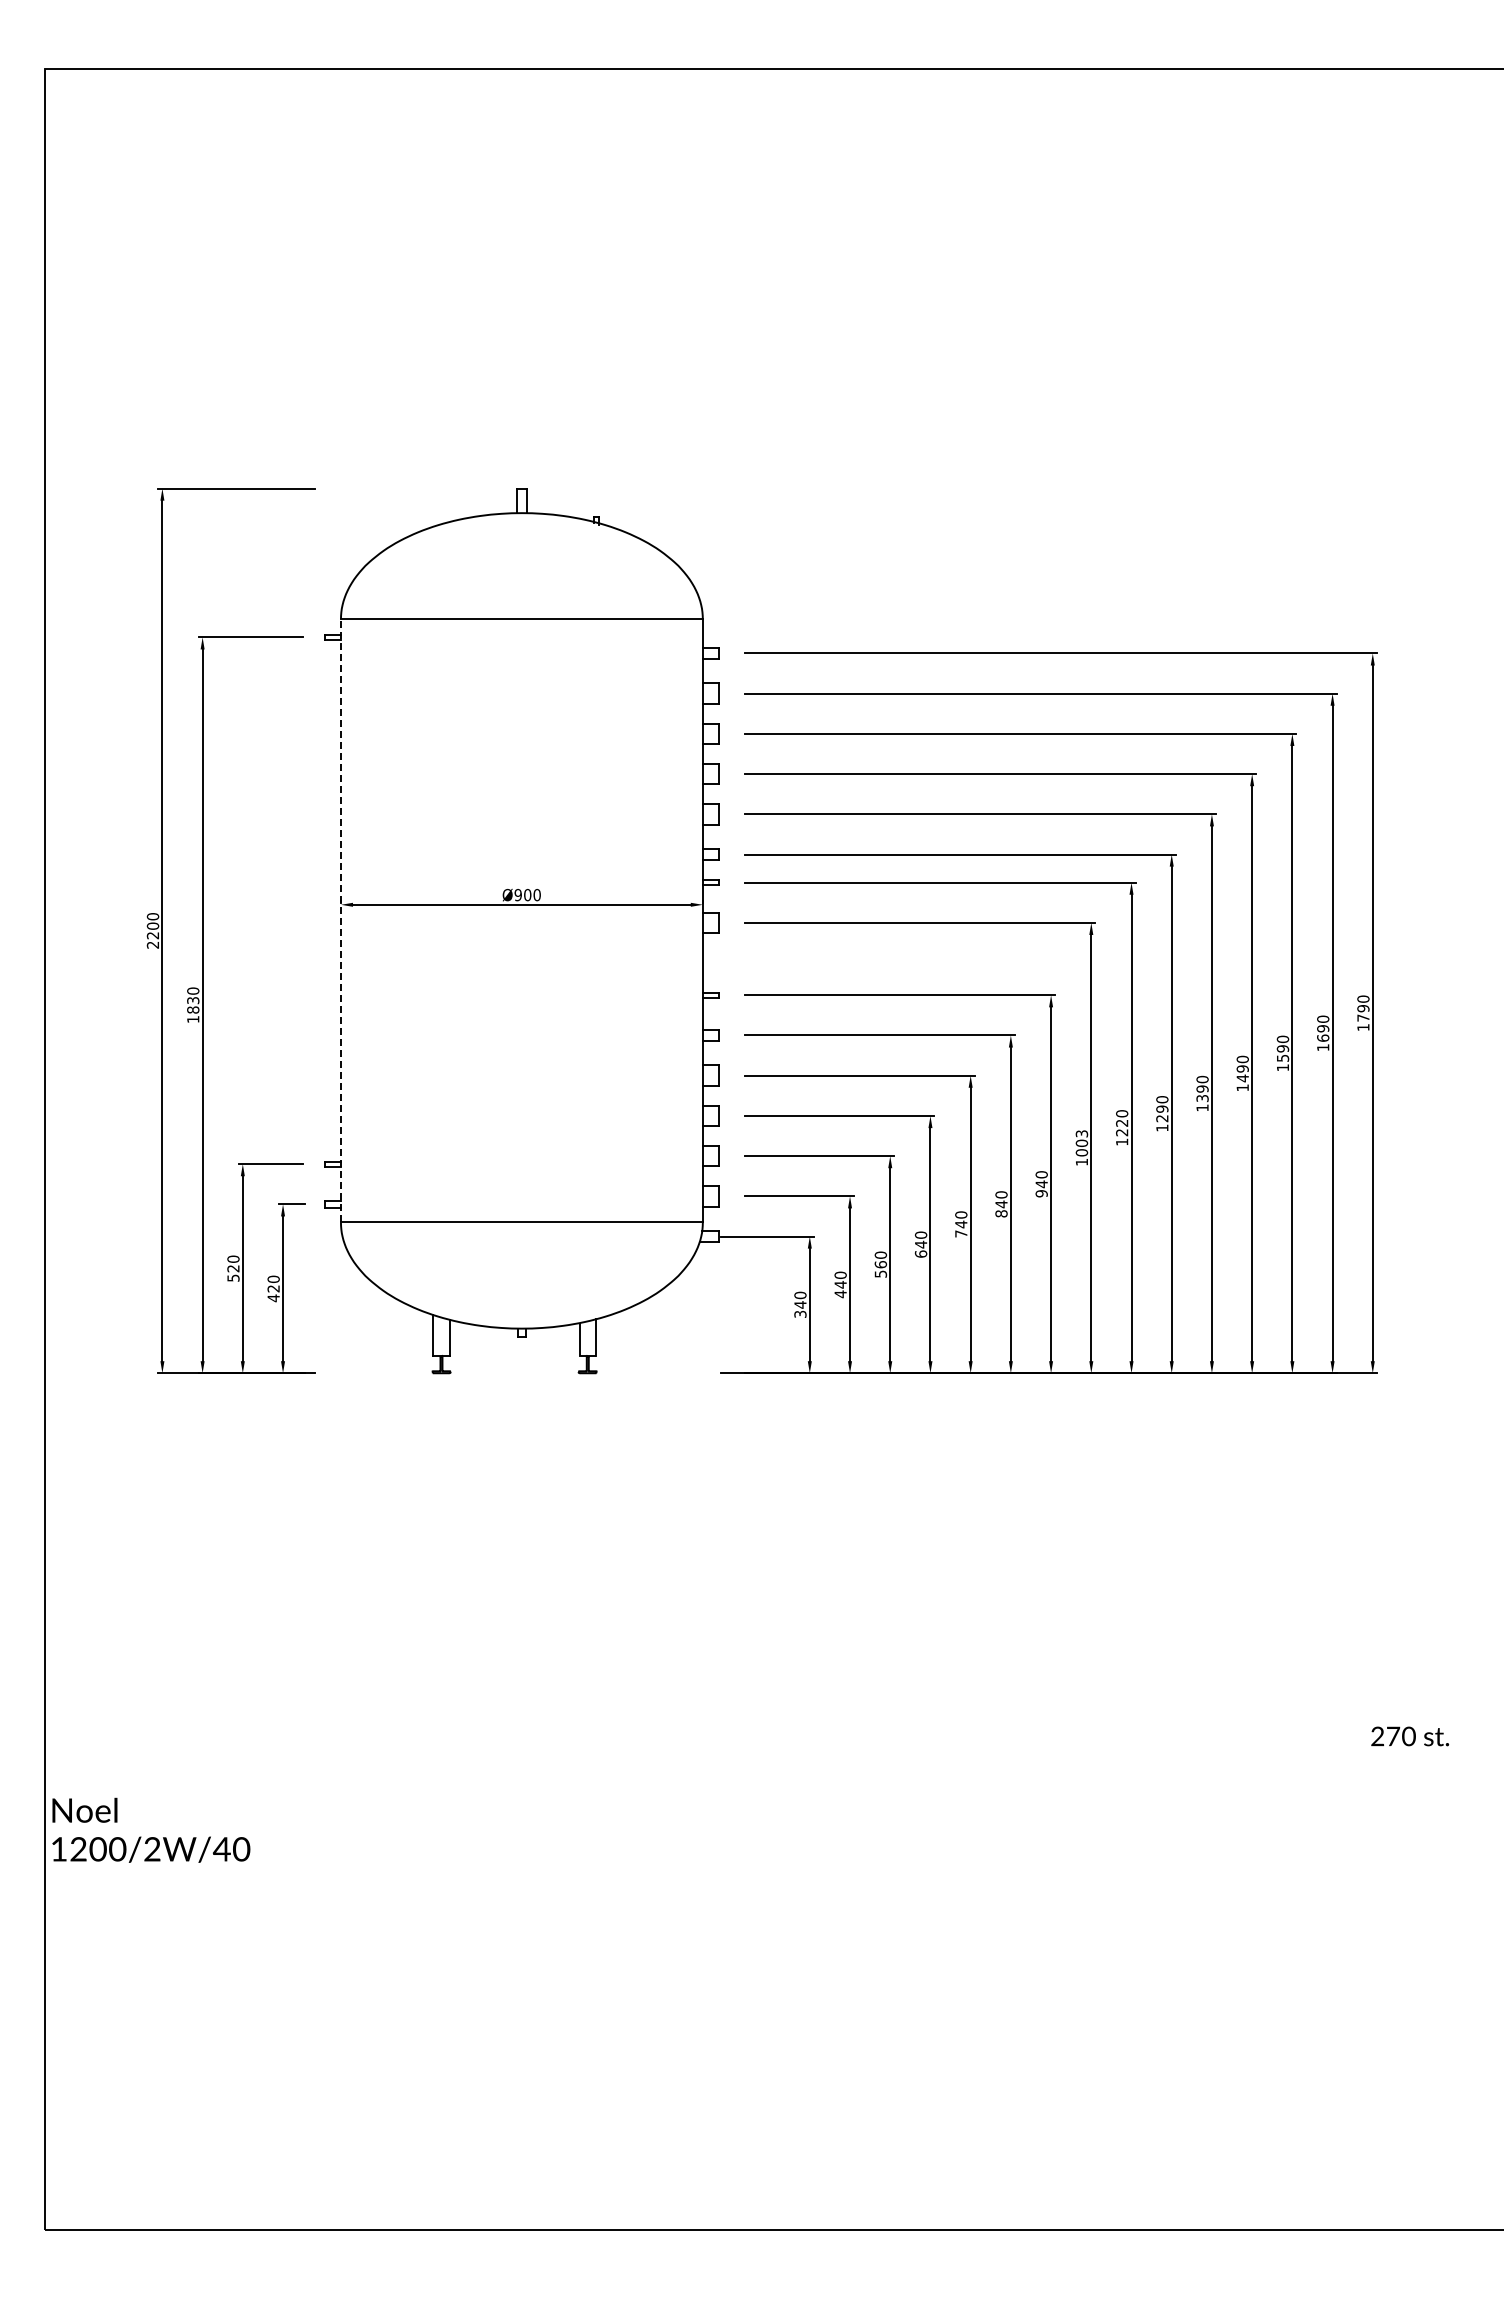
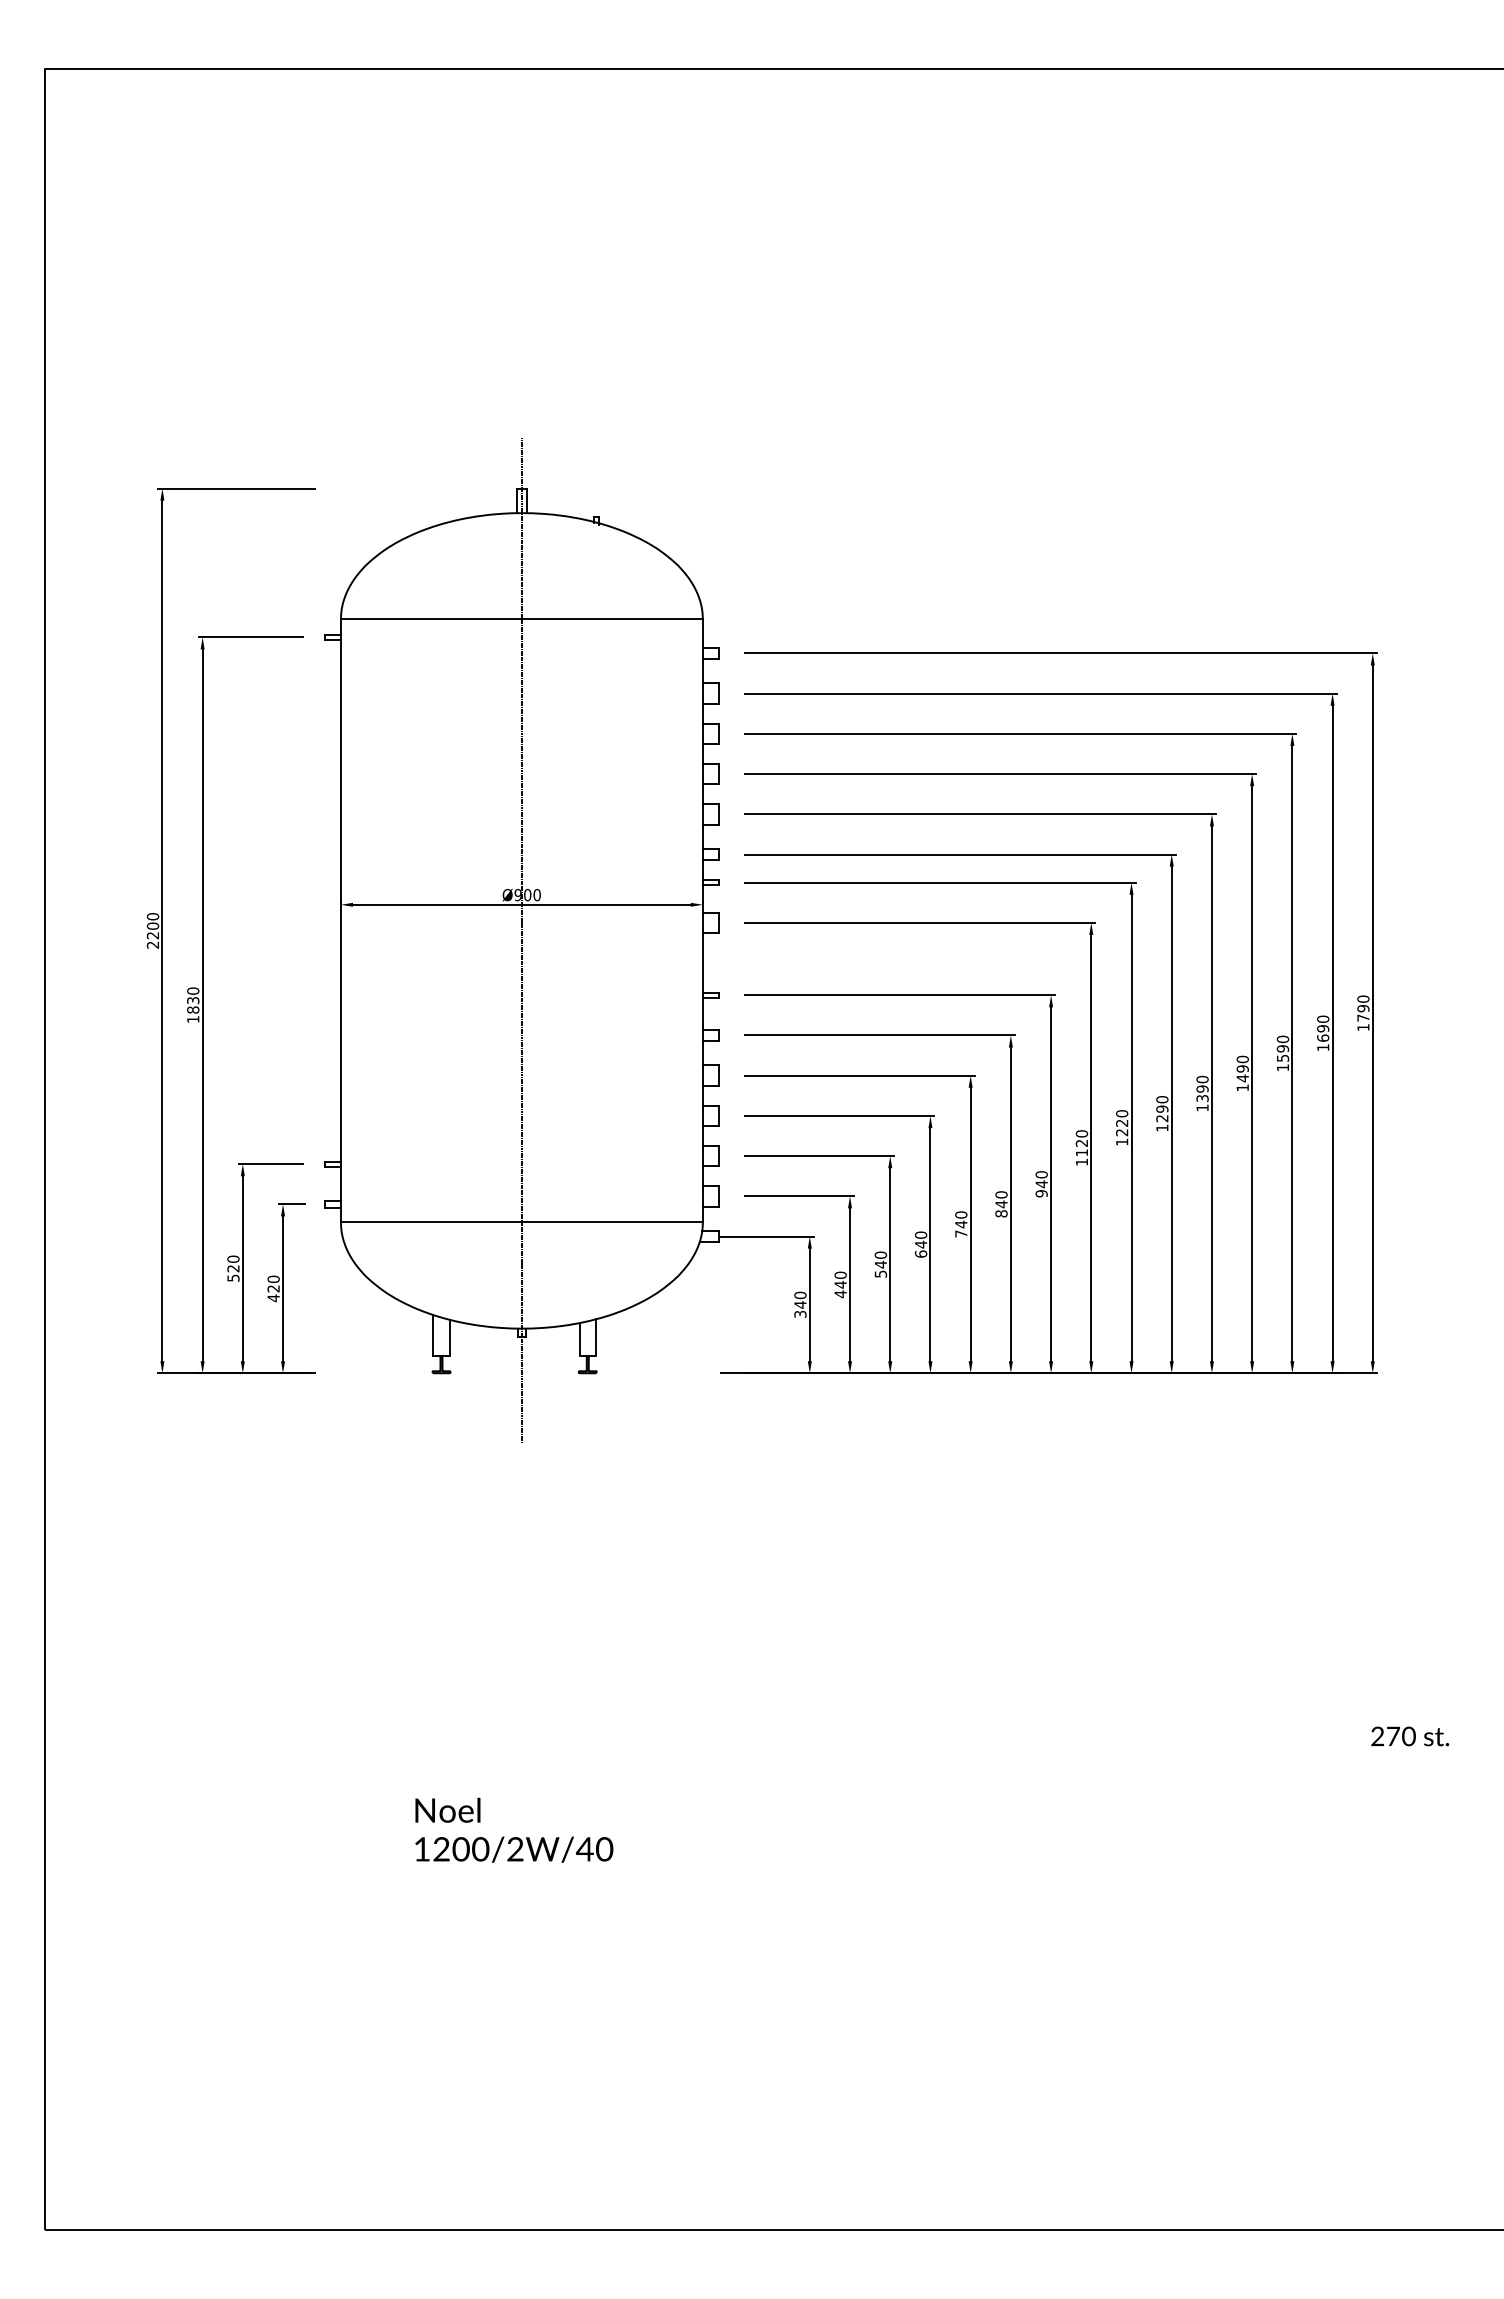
line at (340, 920): dashed -> solid
line at (521, 940): none -> present
text at (1081, 1143): 1003 -> 1120
text at (880, 1264): 560 -> 540
text at (151, 1829) position: (151, 1829) -> (514, 1829)
